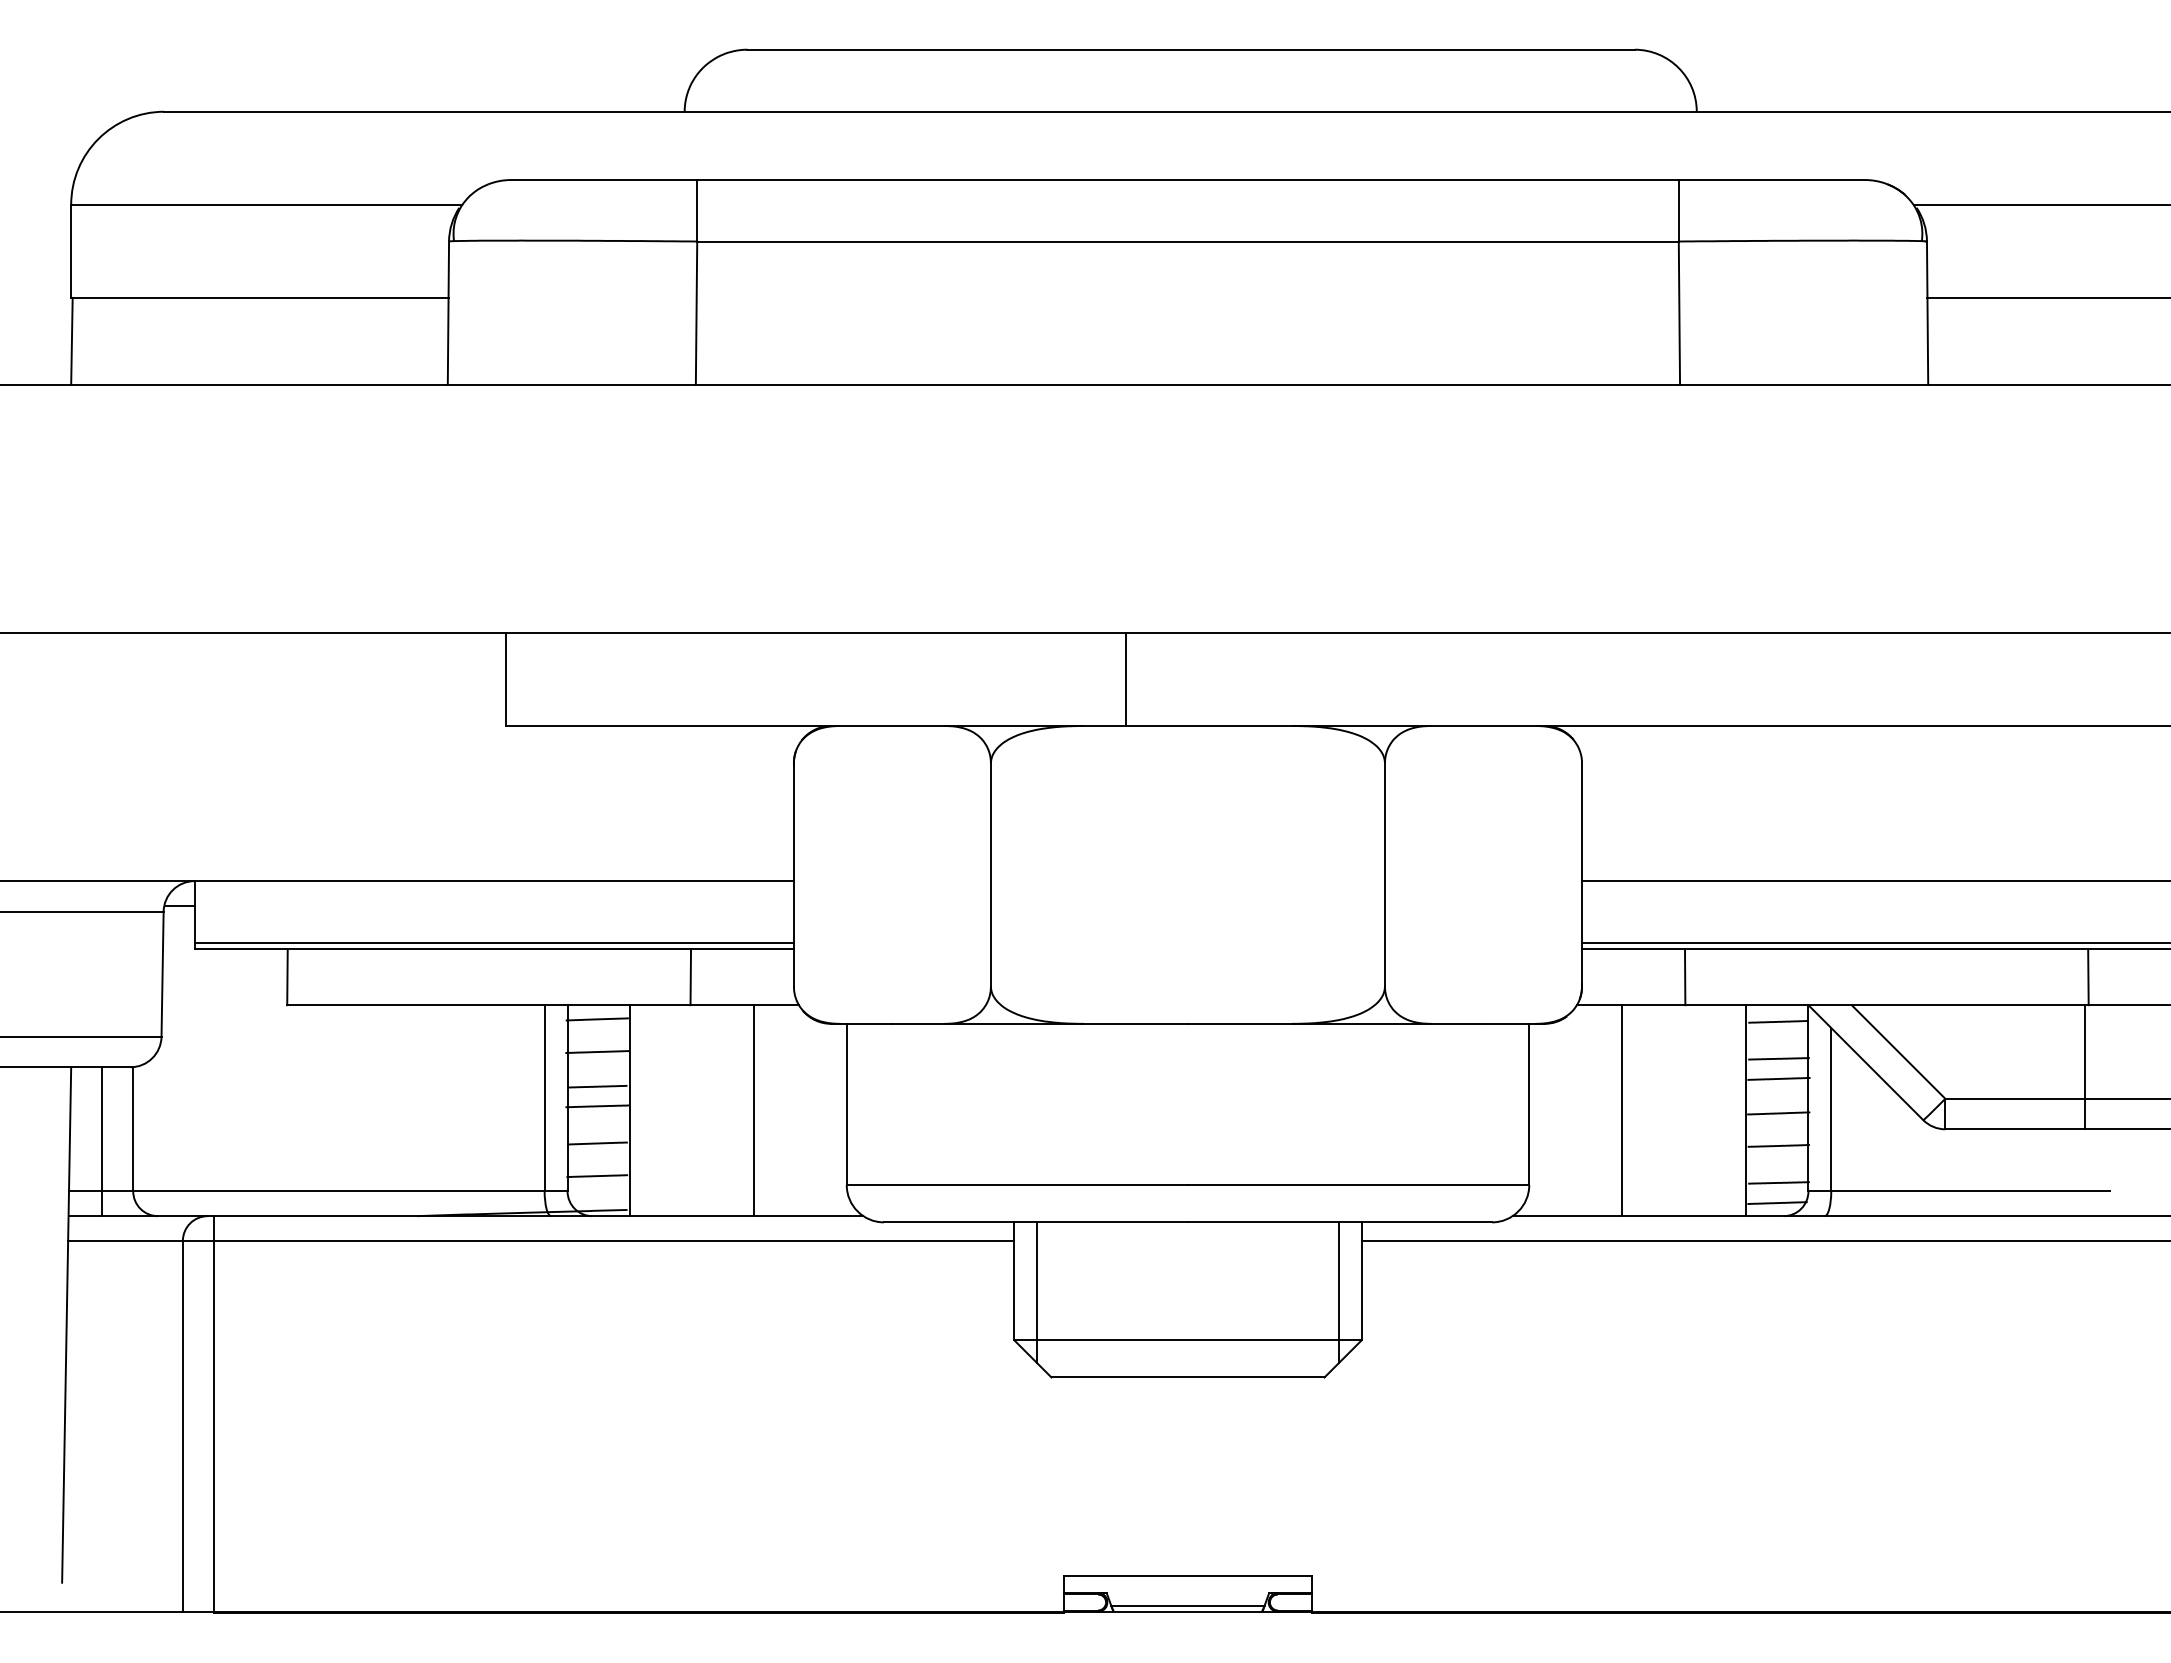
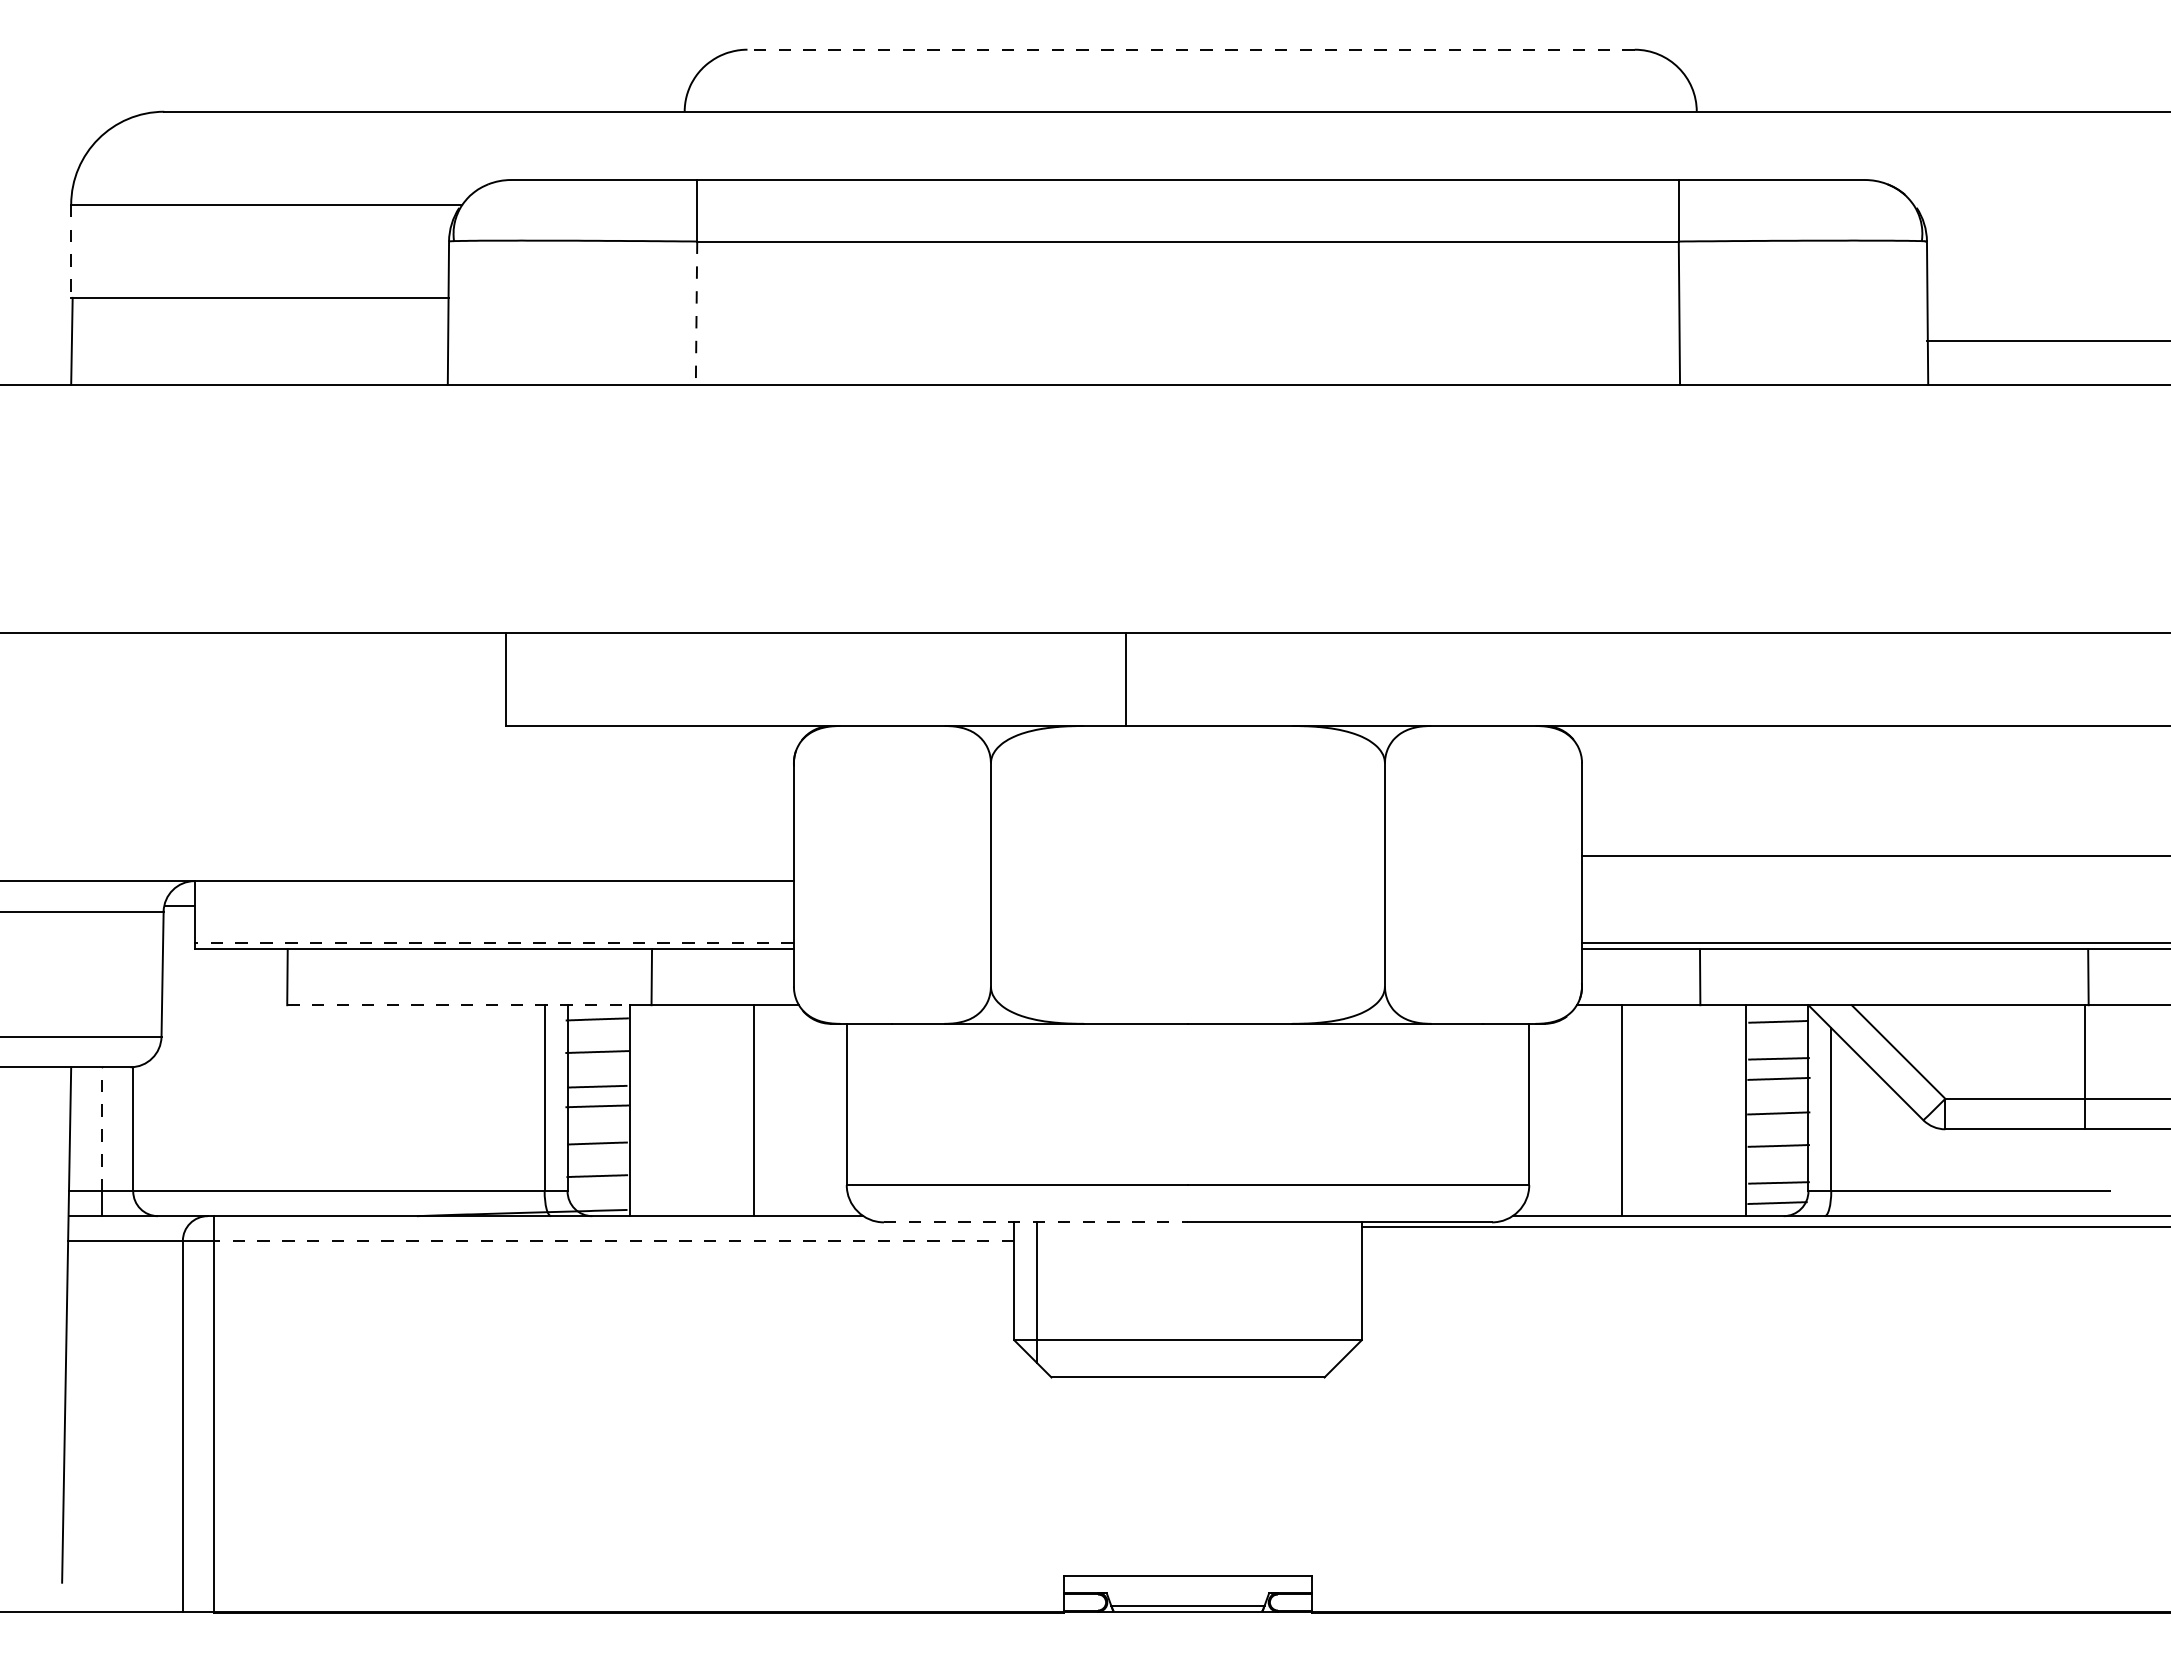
line at (1191, 49): solid -> dashed
line at (2040, 204): present -> none
line at (71, 251): solid -> dashed
line at (2047, 297) position: (2047, 297) -> (2047, 340)
line at (696, 313): solid -> dashed
line at (1874, 881) position: (1874, 881) -> (1874, 856)
line at (494, 943): solid -> dashed
line at (690, 977) position: (690, 977) -> (651, 977)
line at (1685, 977) position: (1685, 977) -> (1700, 977)
line at (458, 1005): solid -> dashed
line at (102, 1128): solid -> dashed
line at (1036, 1222): solid -> dashed
line at (613, 1240): solid -> dashed
line at (1764, 1240) position: (1764, 1240) -> (1764, 1226)
line at (1339, 1292): present -> none
